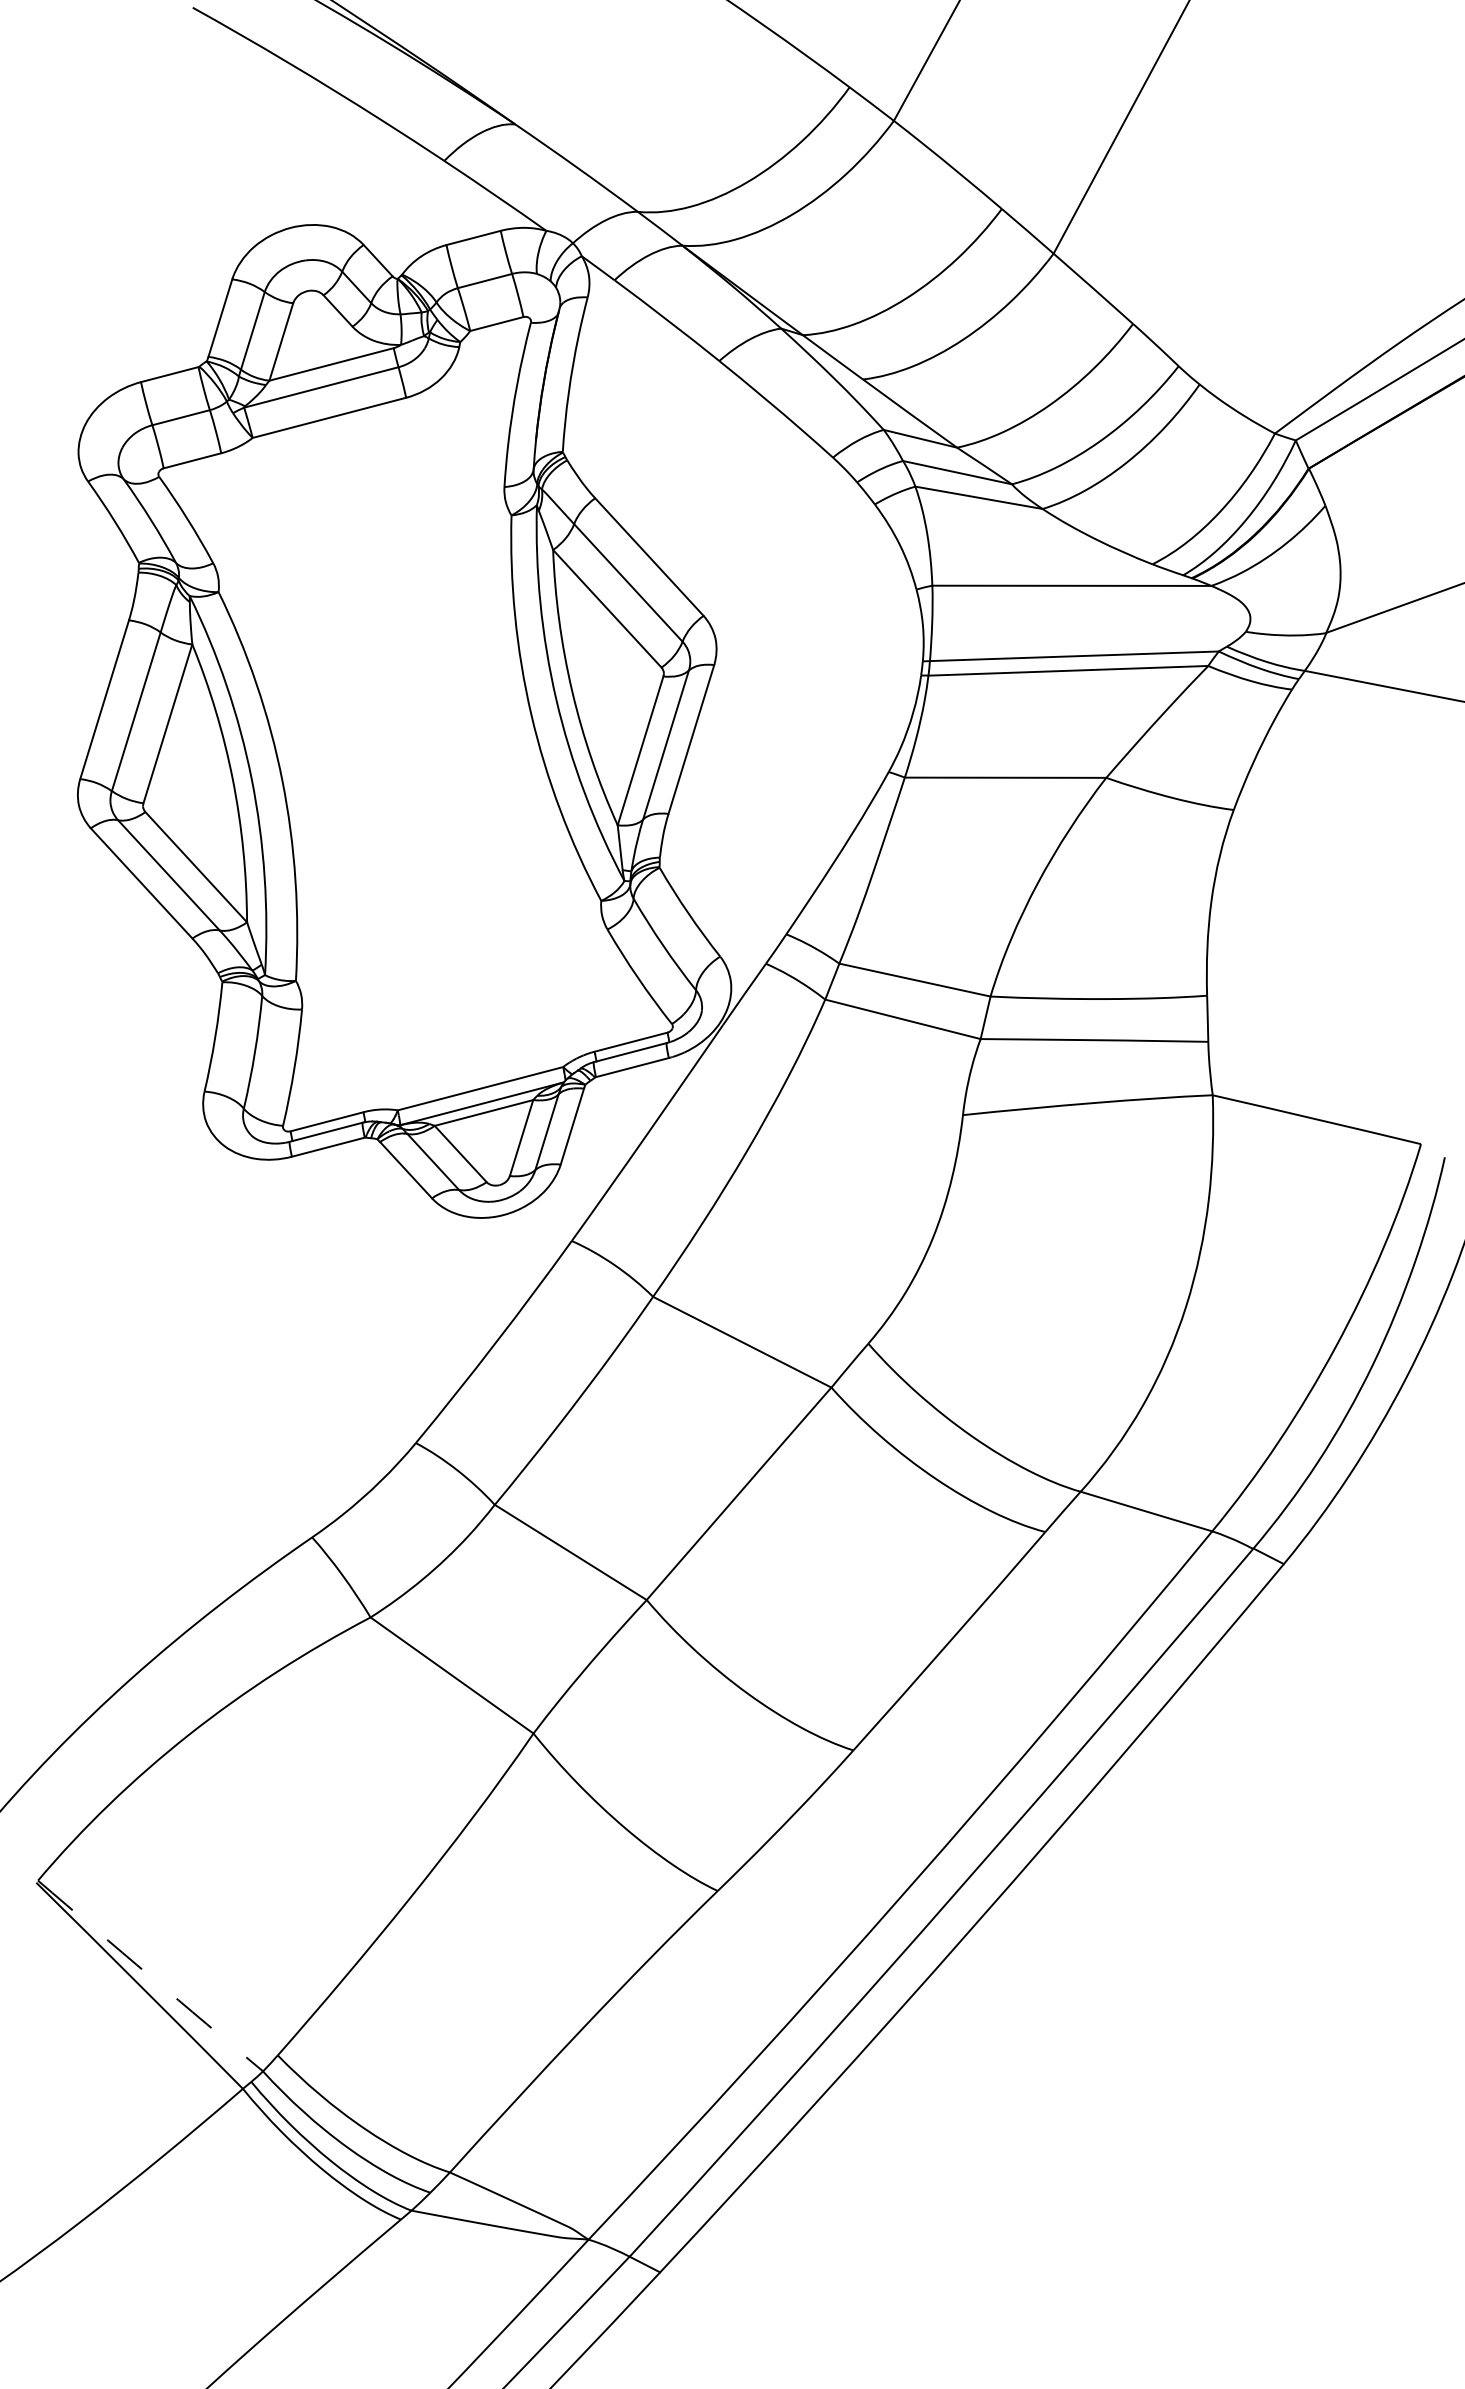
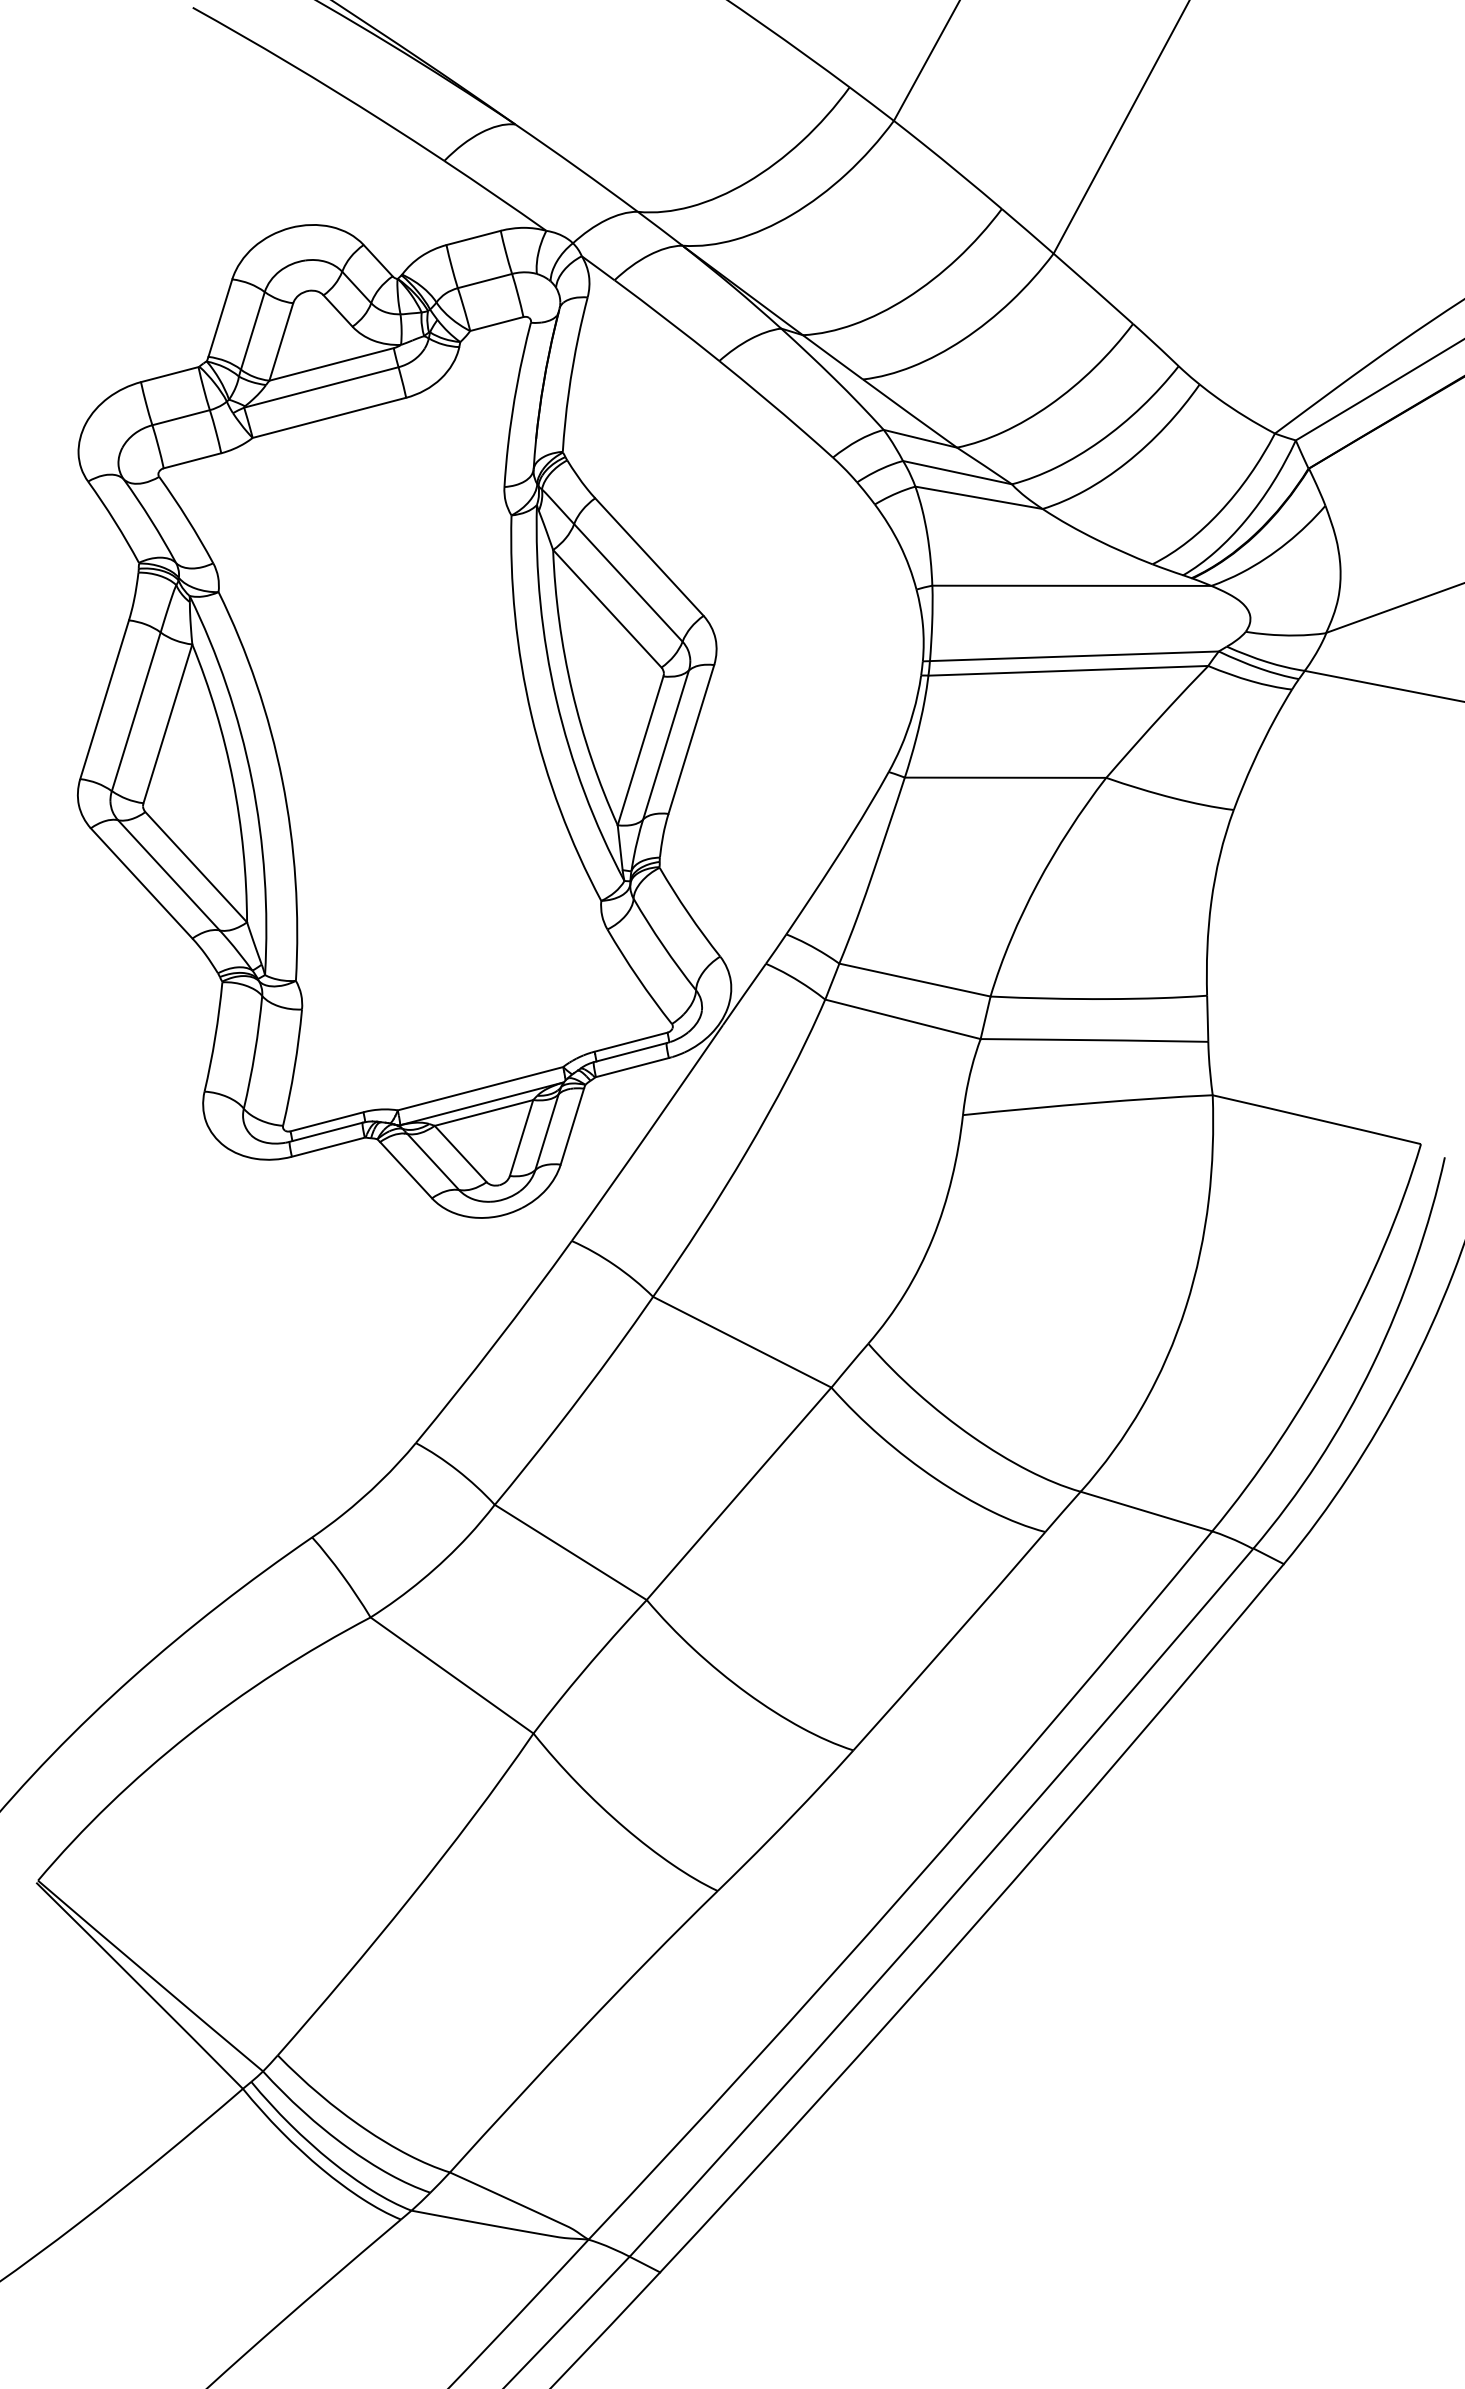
arc at (150, 1976): dashed -> solid
